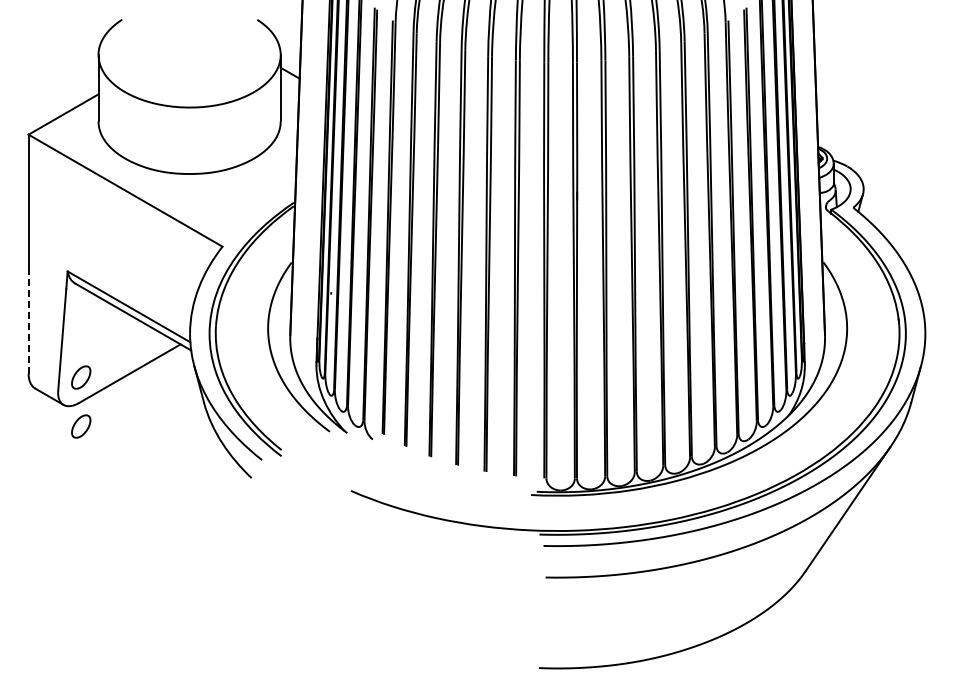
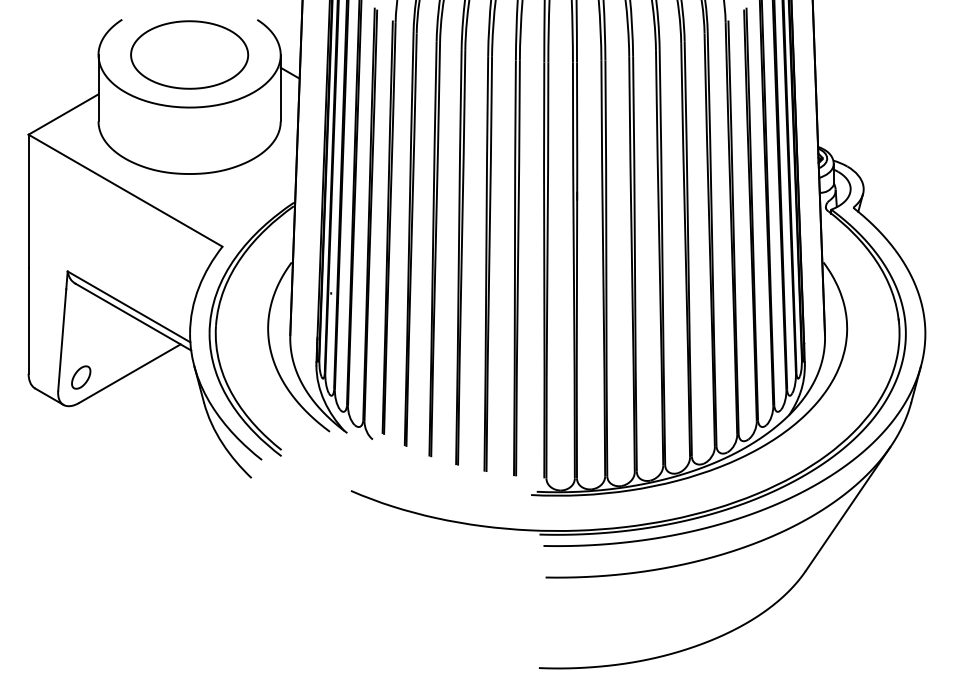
part at (189, 54): none -> present
line at (28, 320): dashed -> solid
part at (81, 426): present -> none
